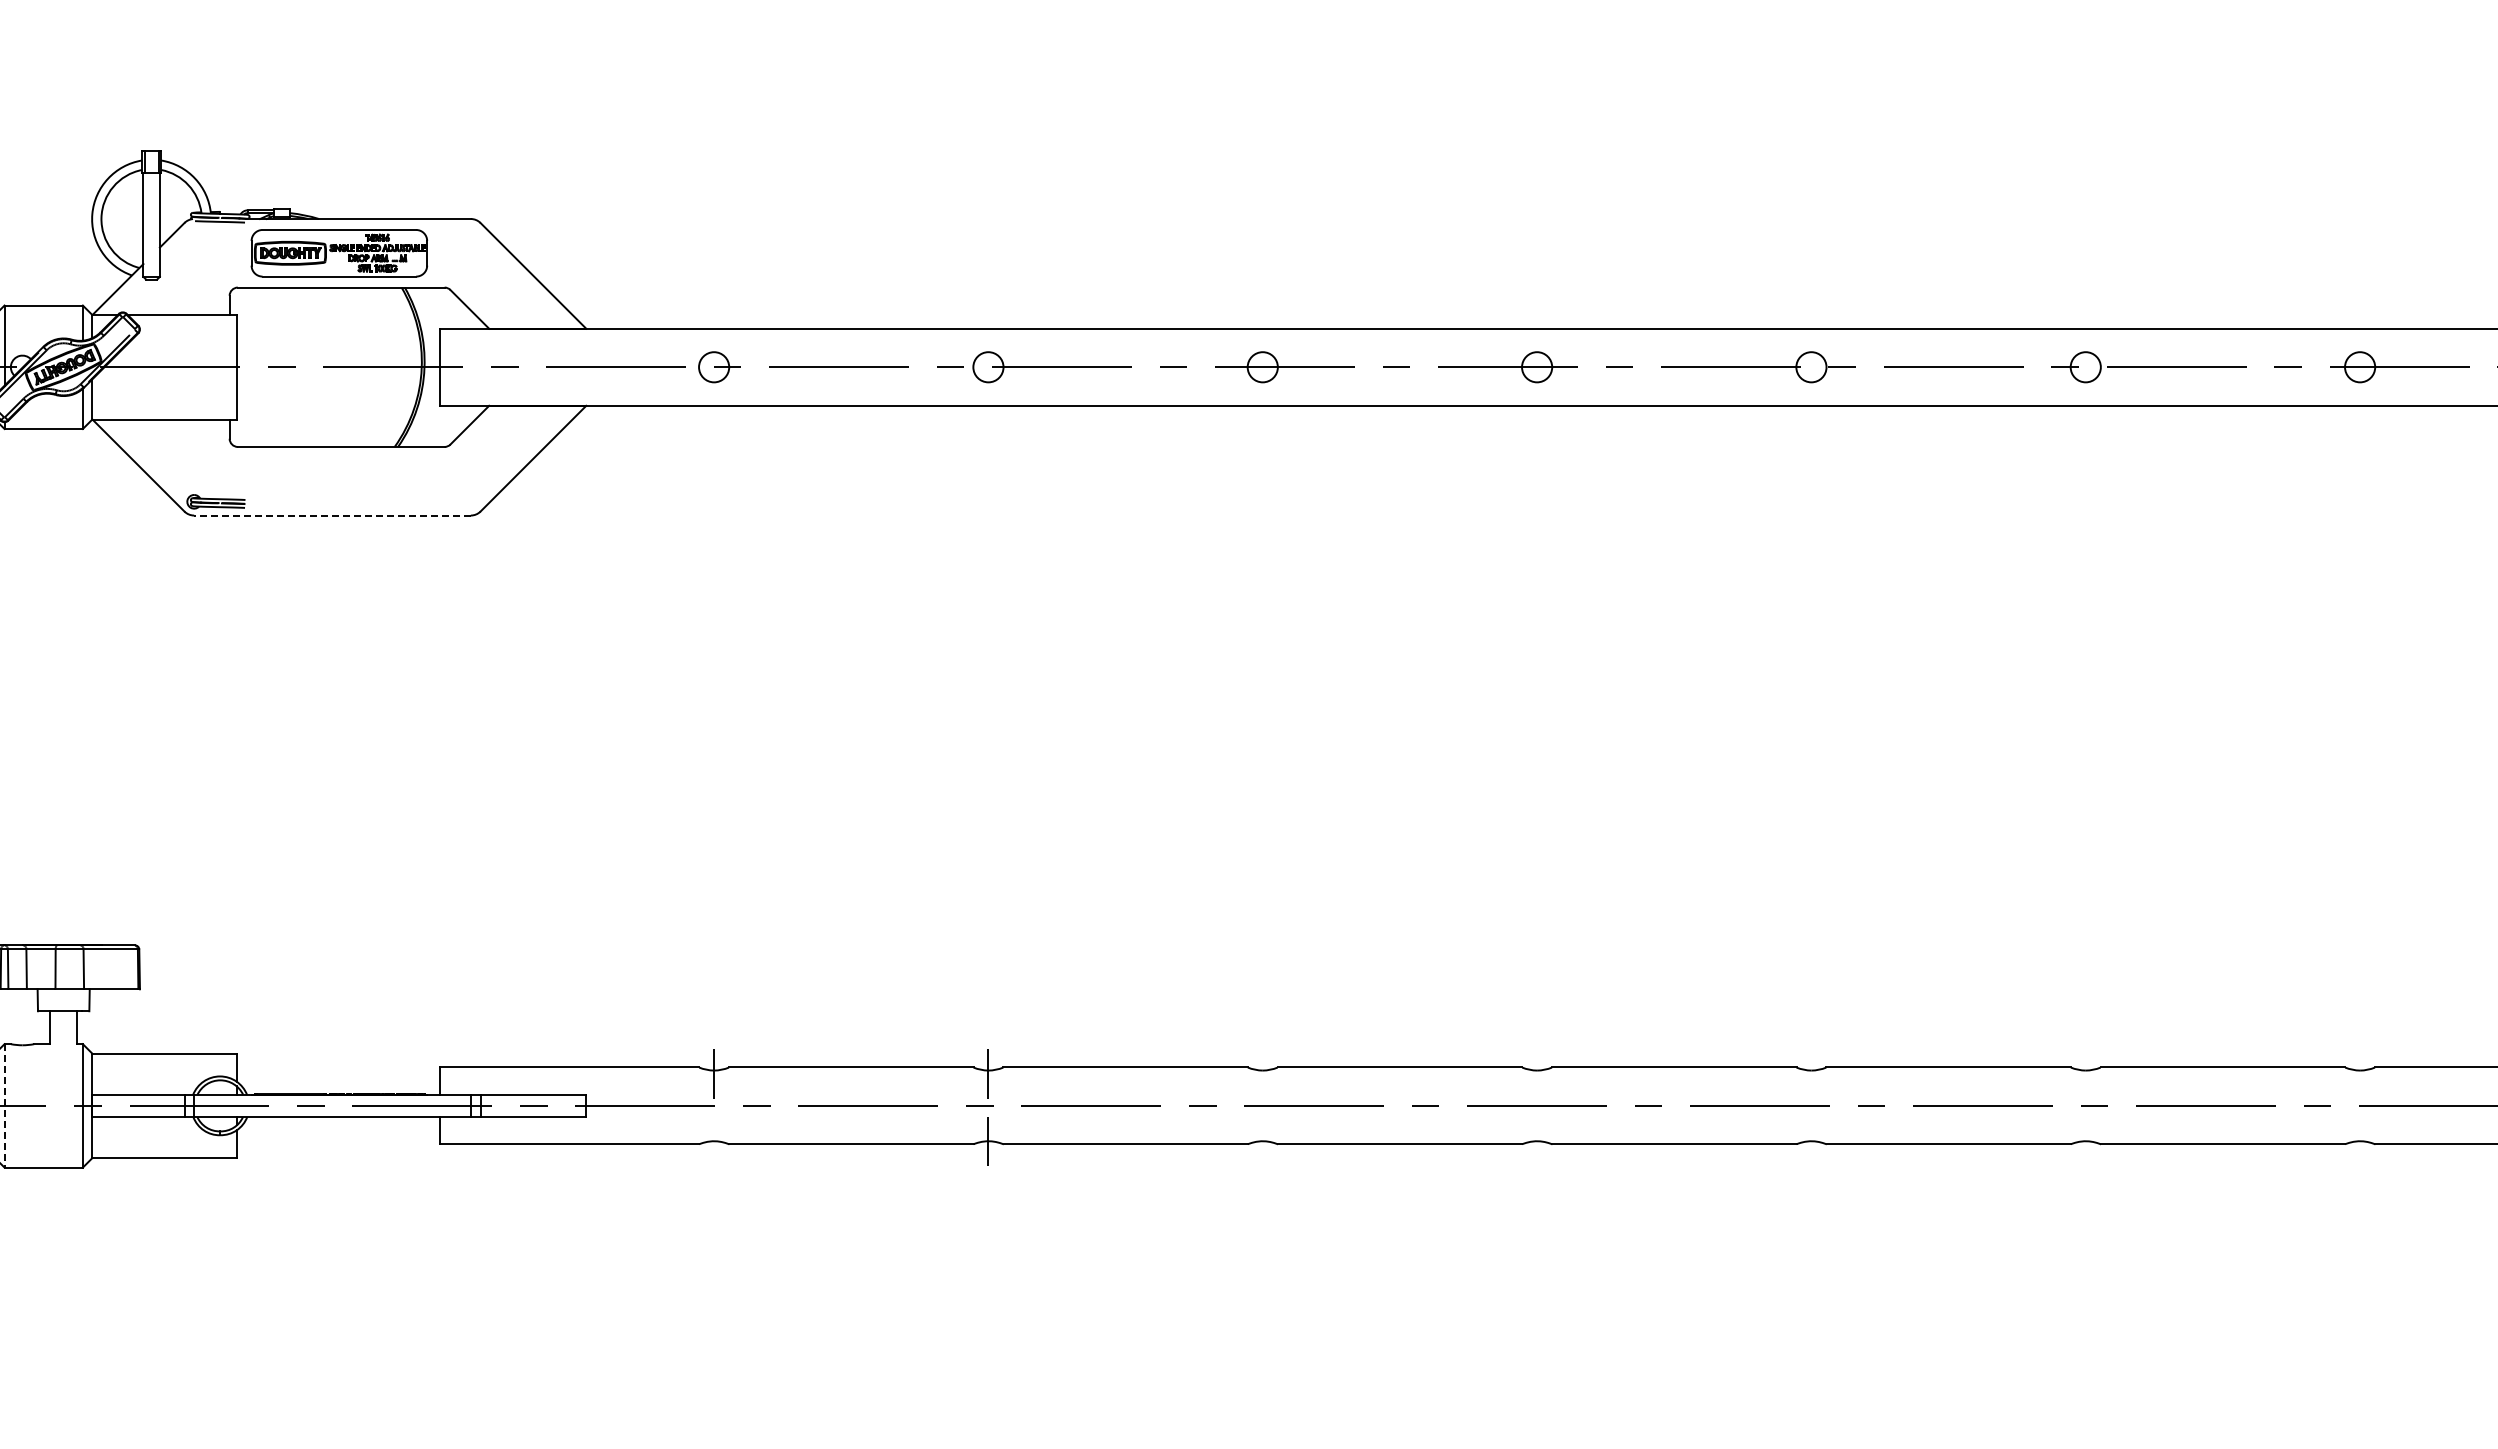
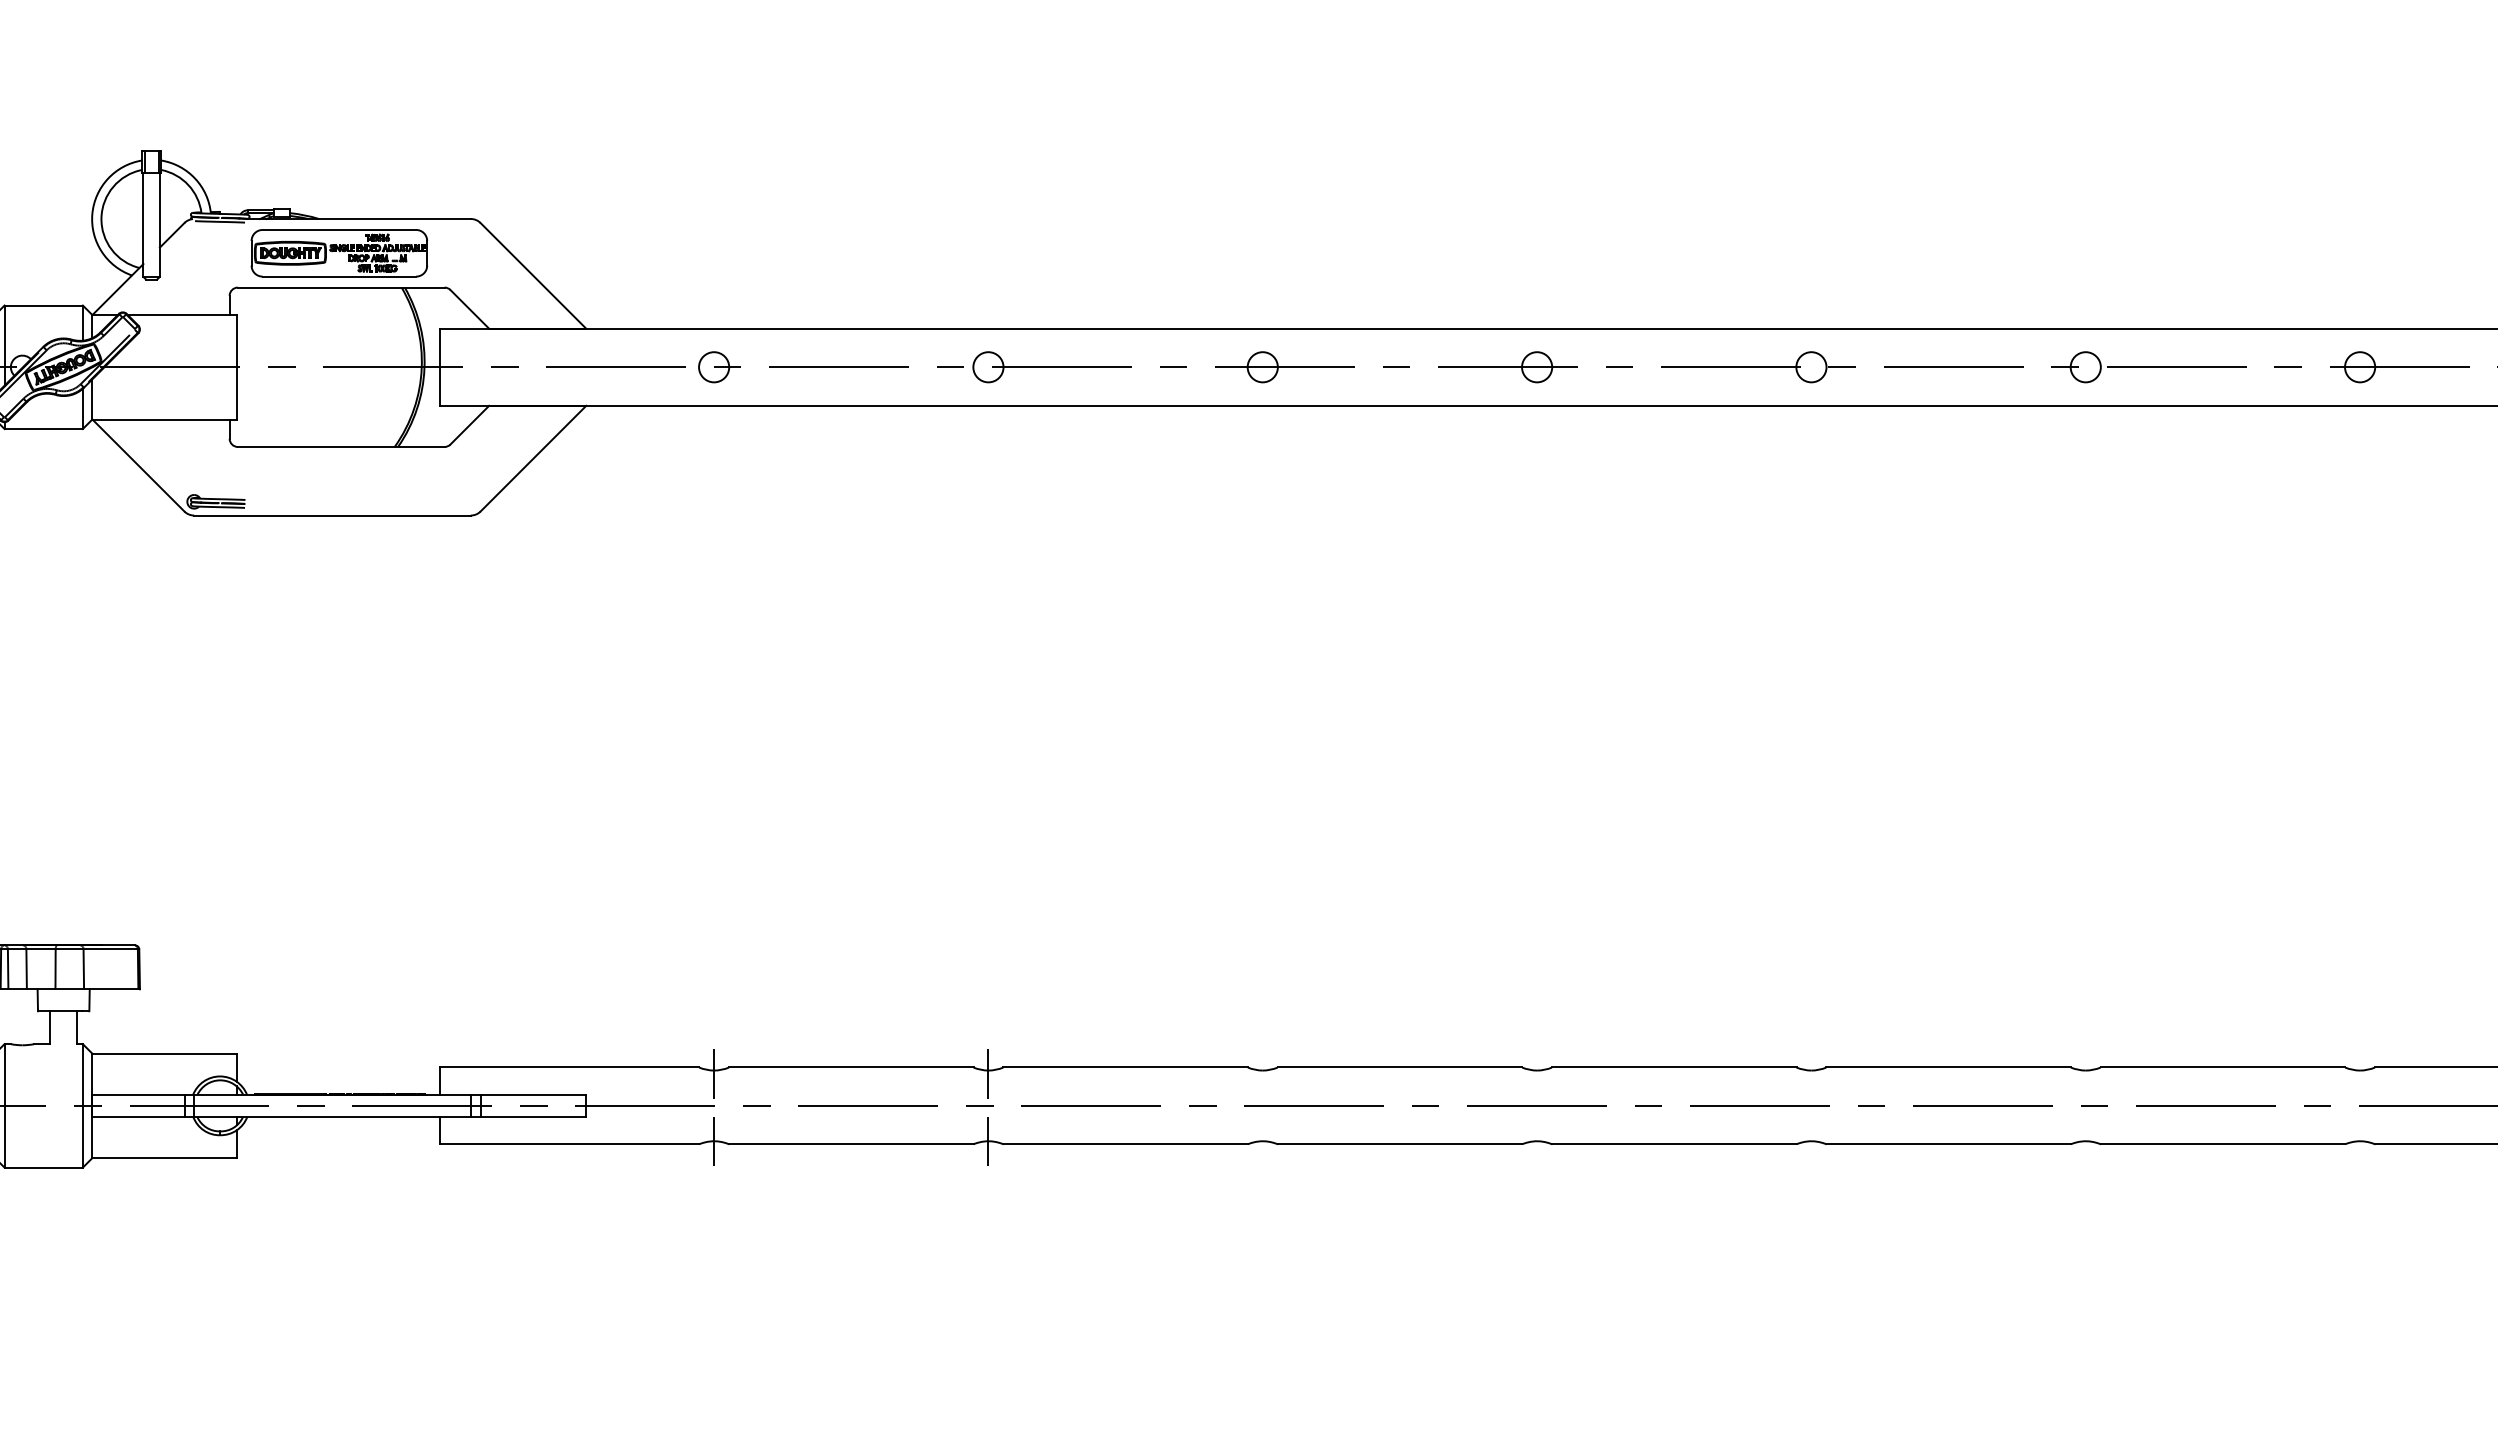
line at (332, 515): dashed -> solid
line at (4, 1105): dashed -> solid
line at (714, 1141): none -> present
